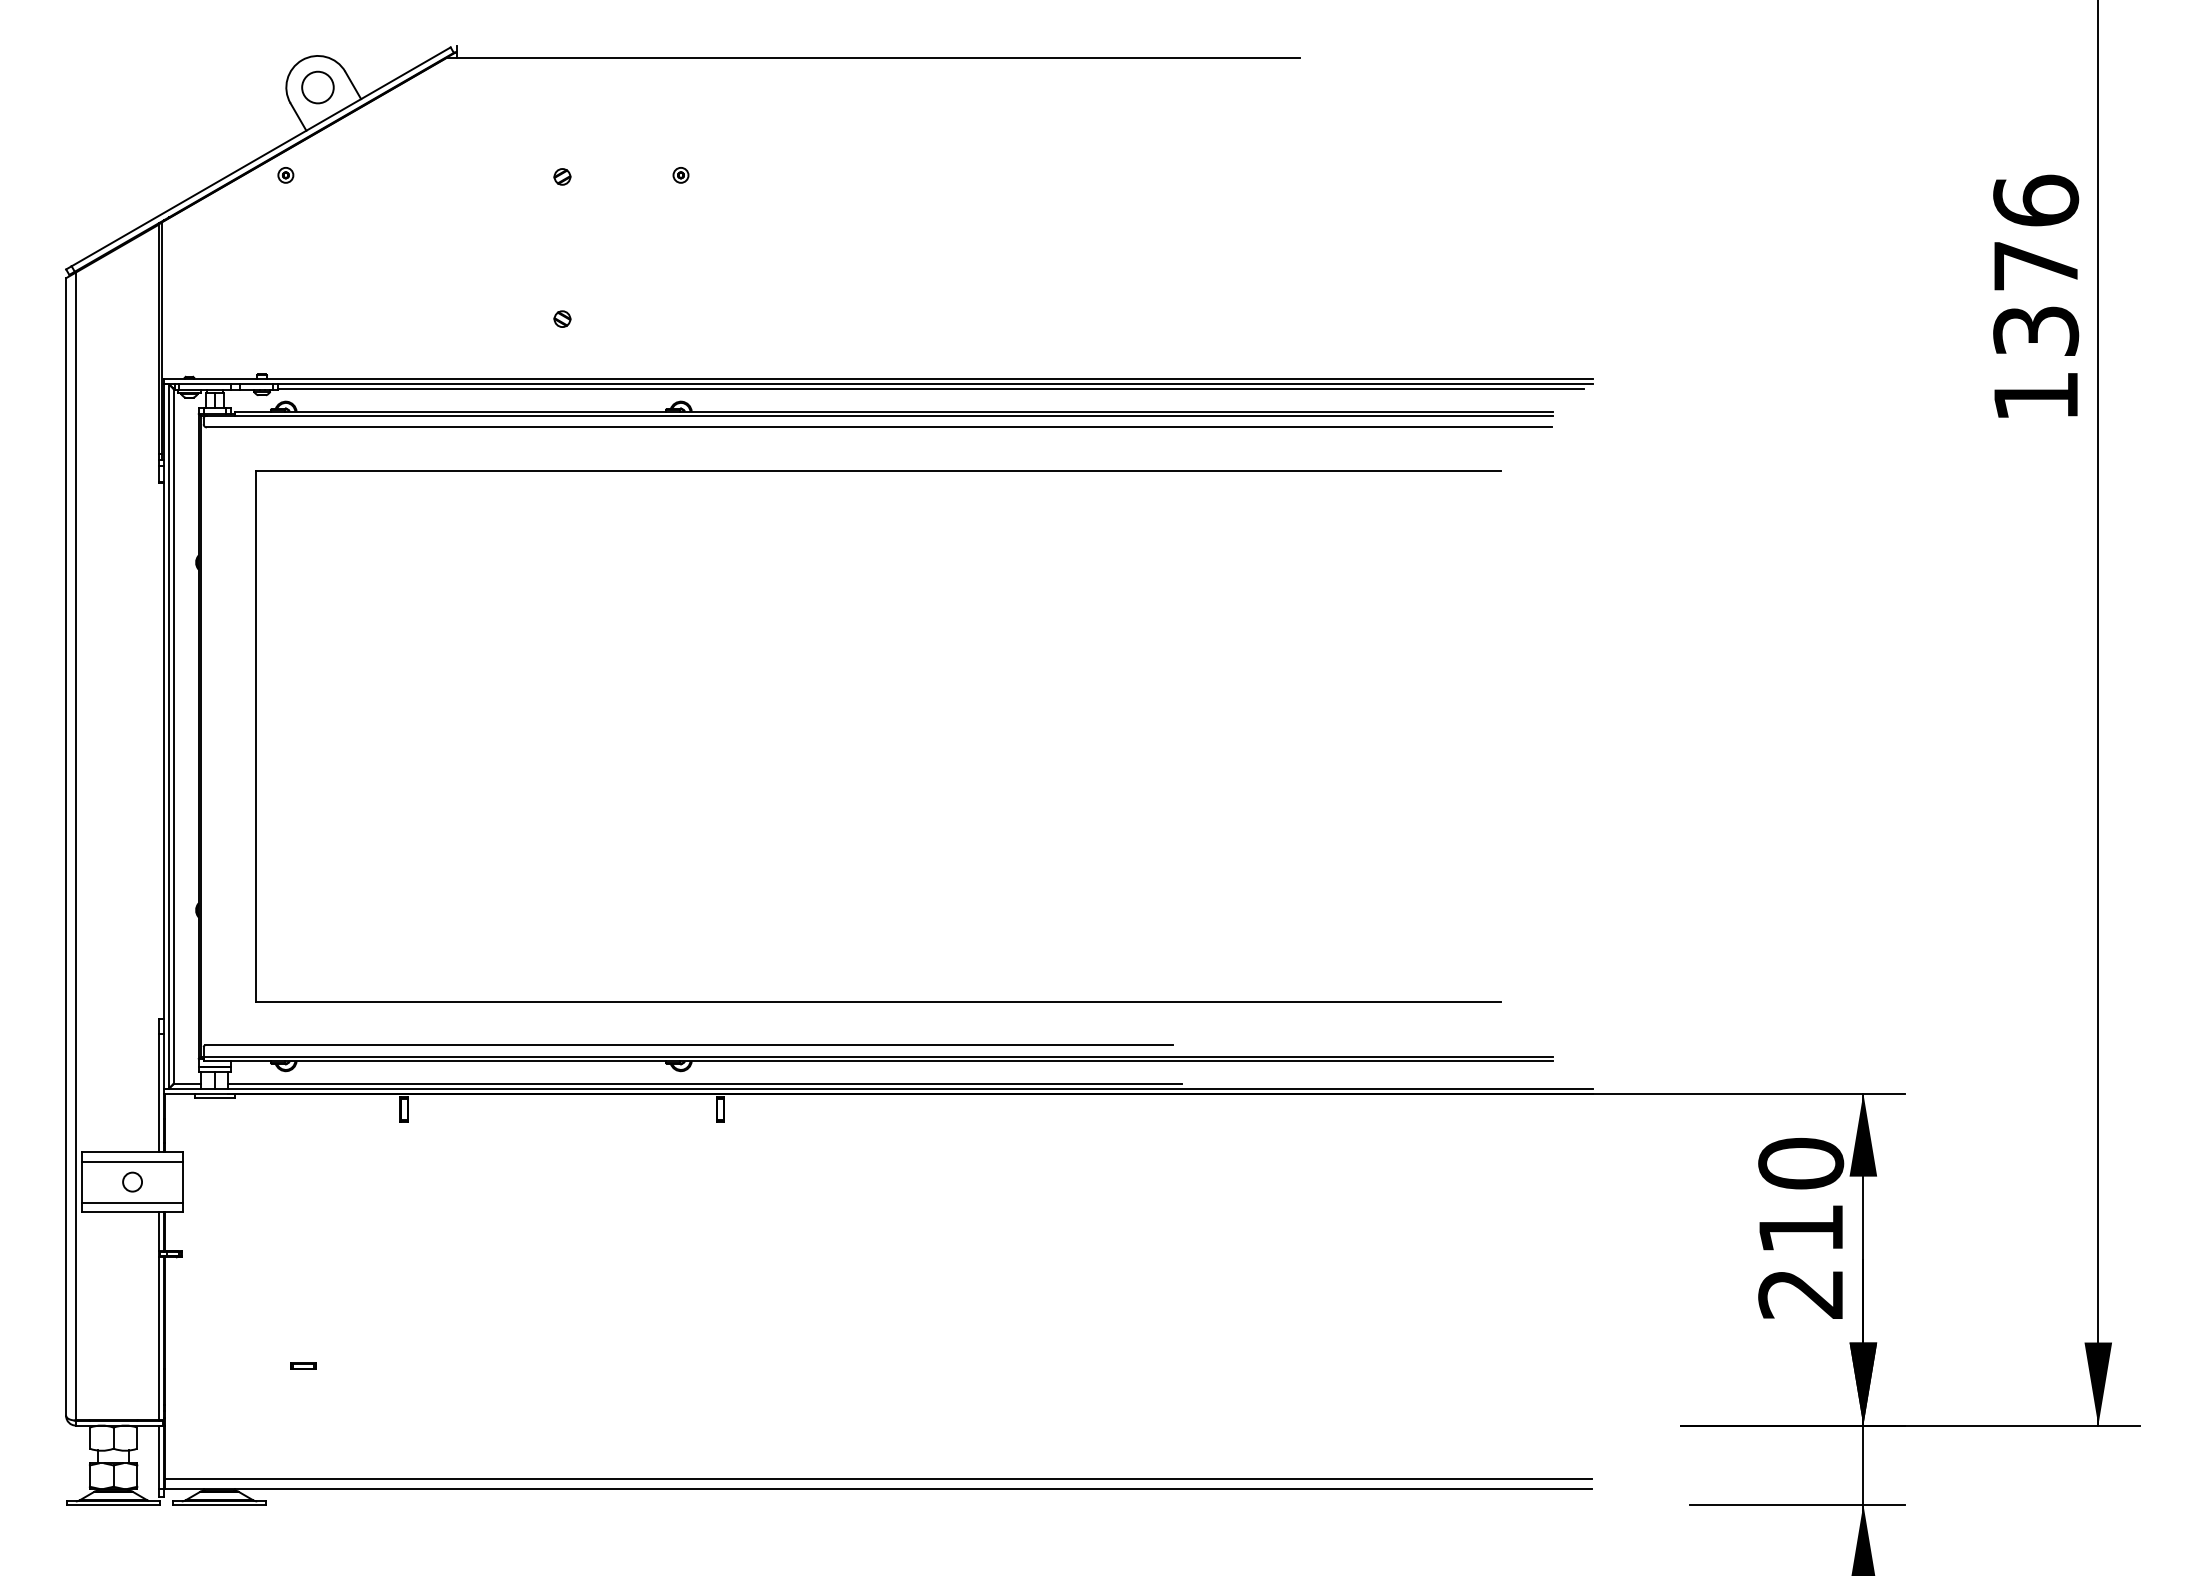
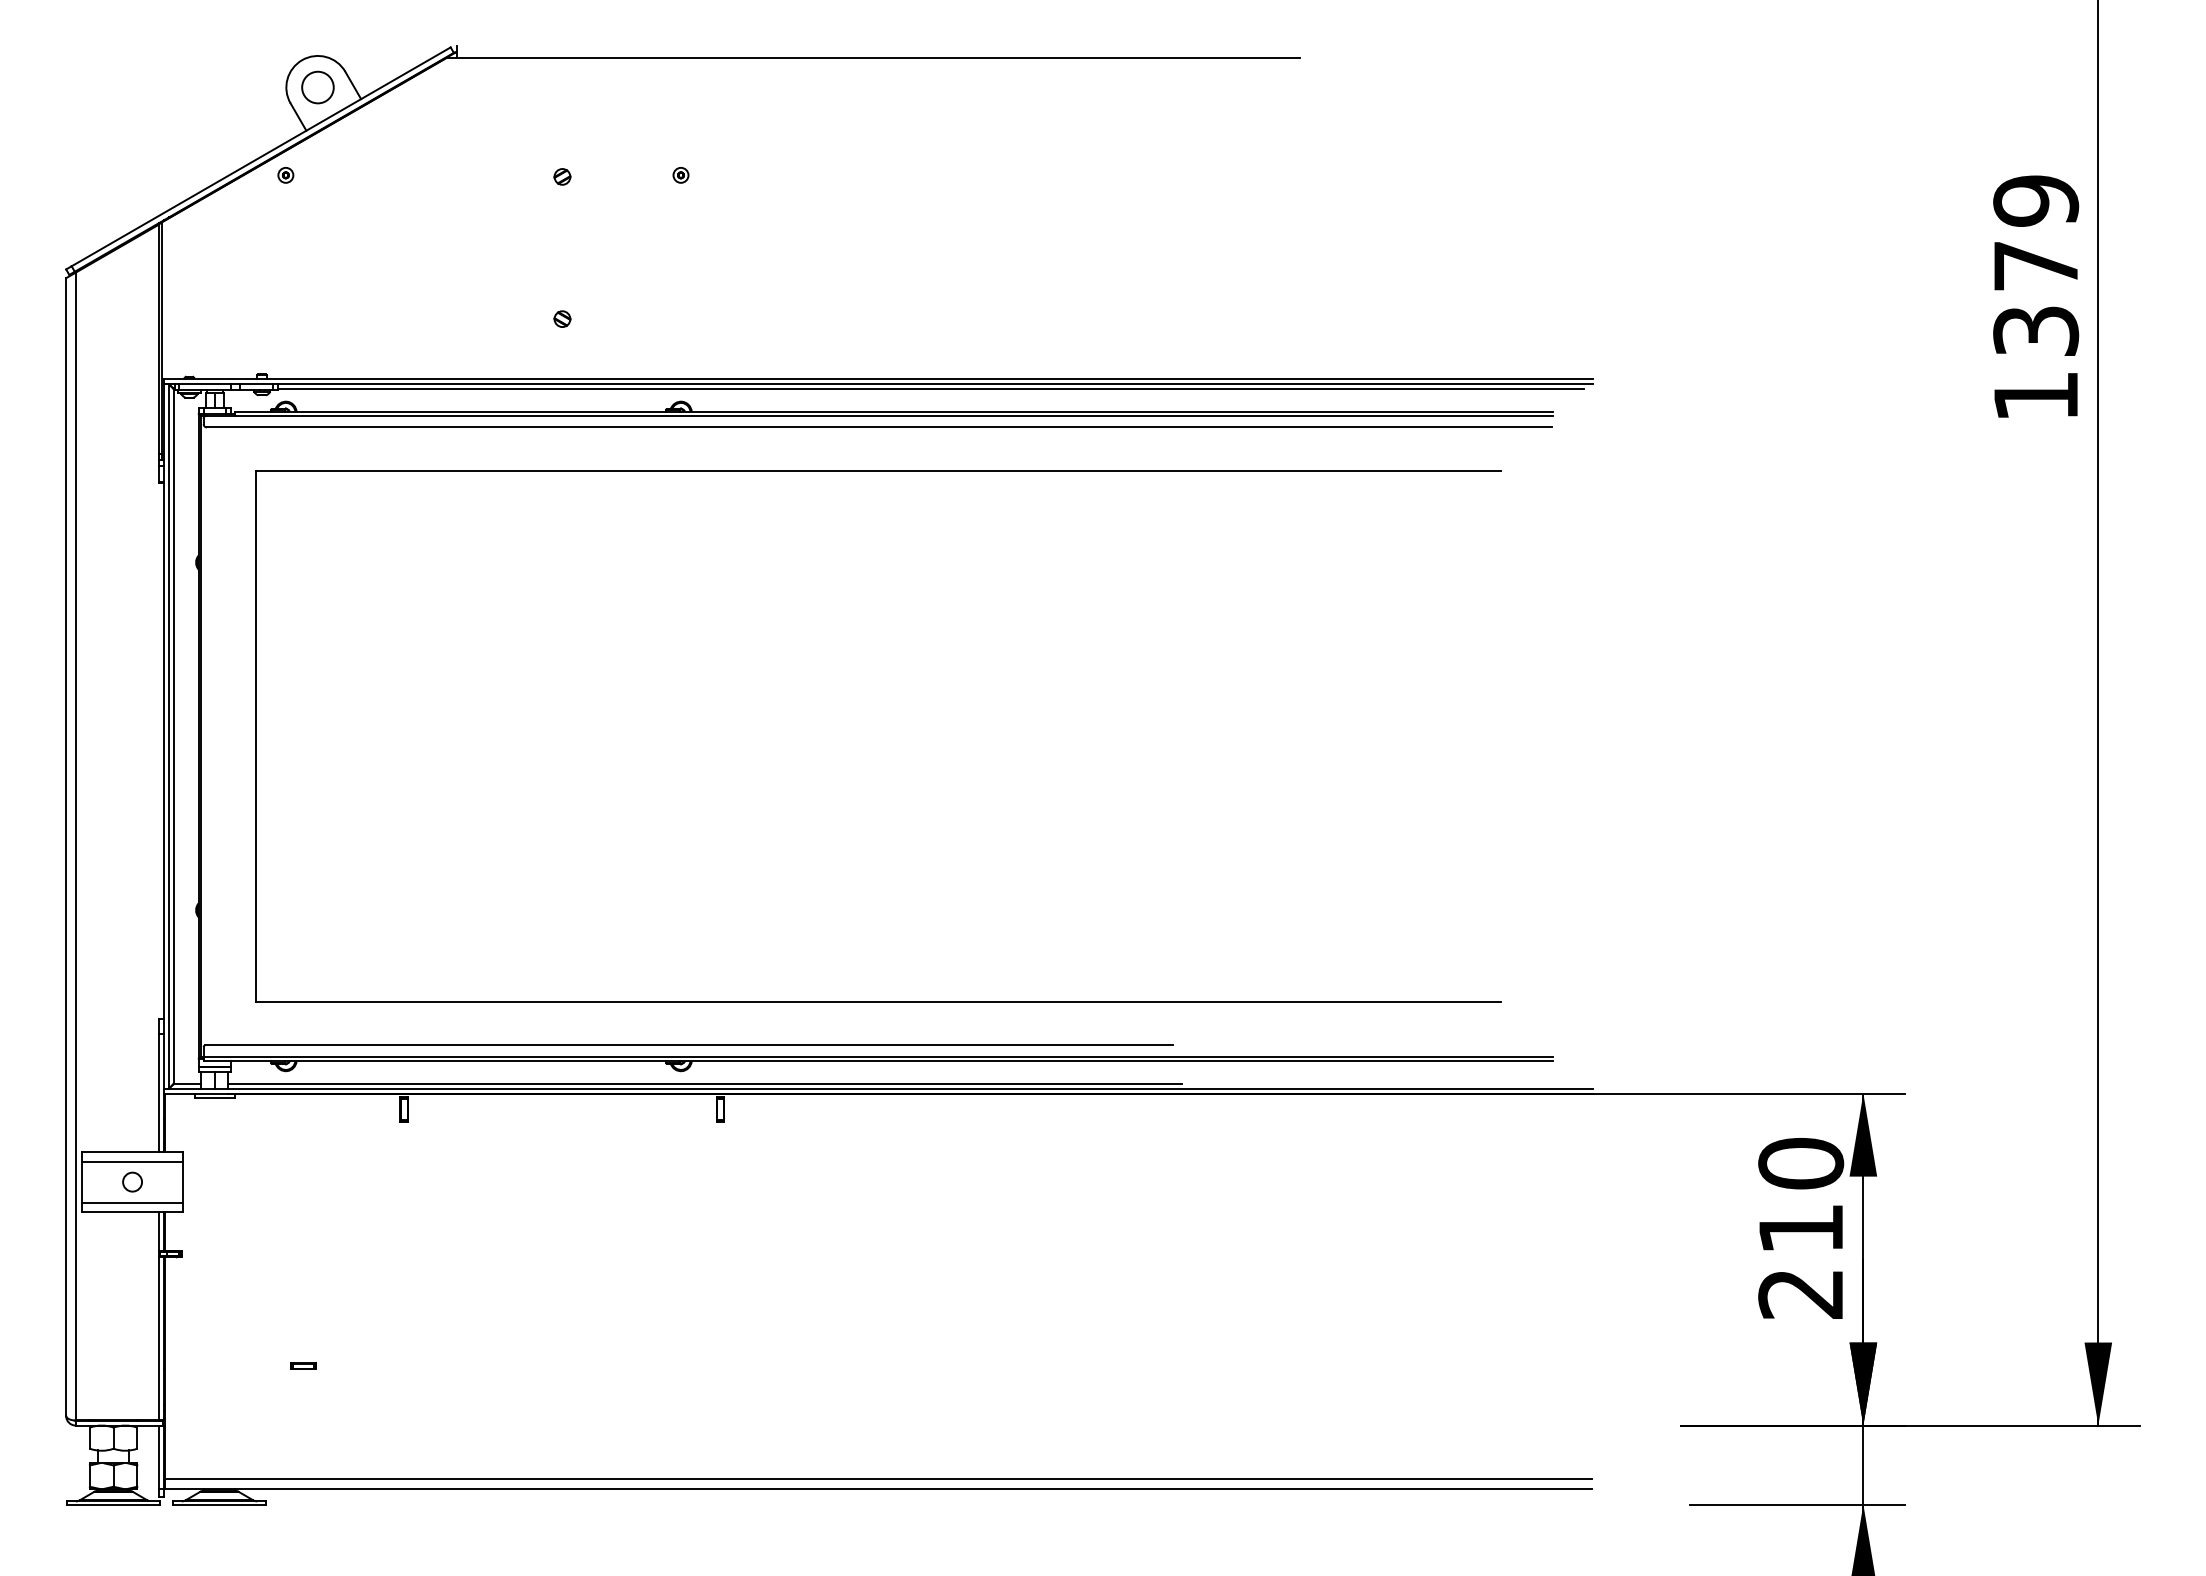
text at (2036, 200): 1376 -> 1379
